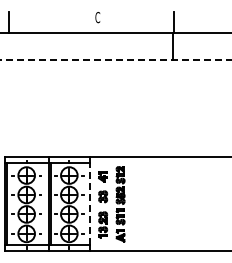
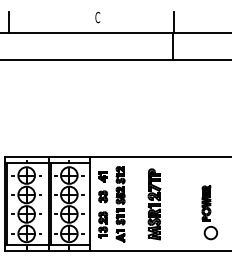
line at (115, 59): dashed -> solid
line at (90, 203): dashed -> solid
part at (154, 204): none -> present
part at (209, 212): none -> present
